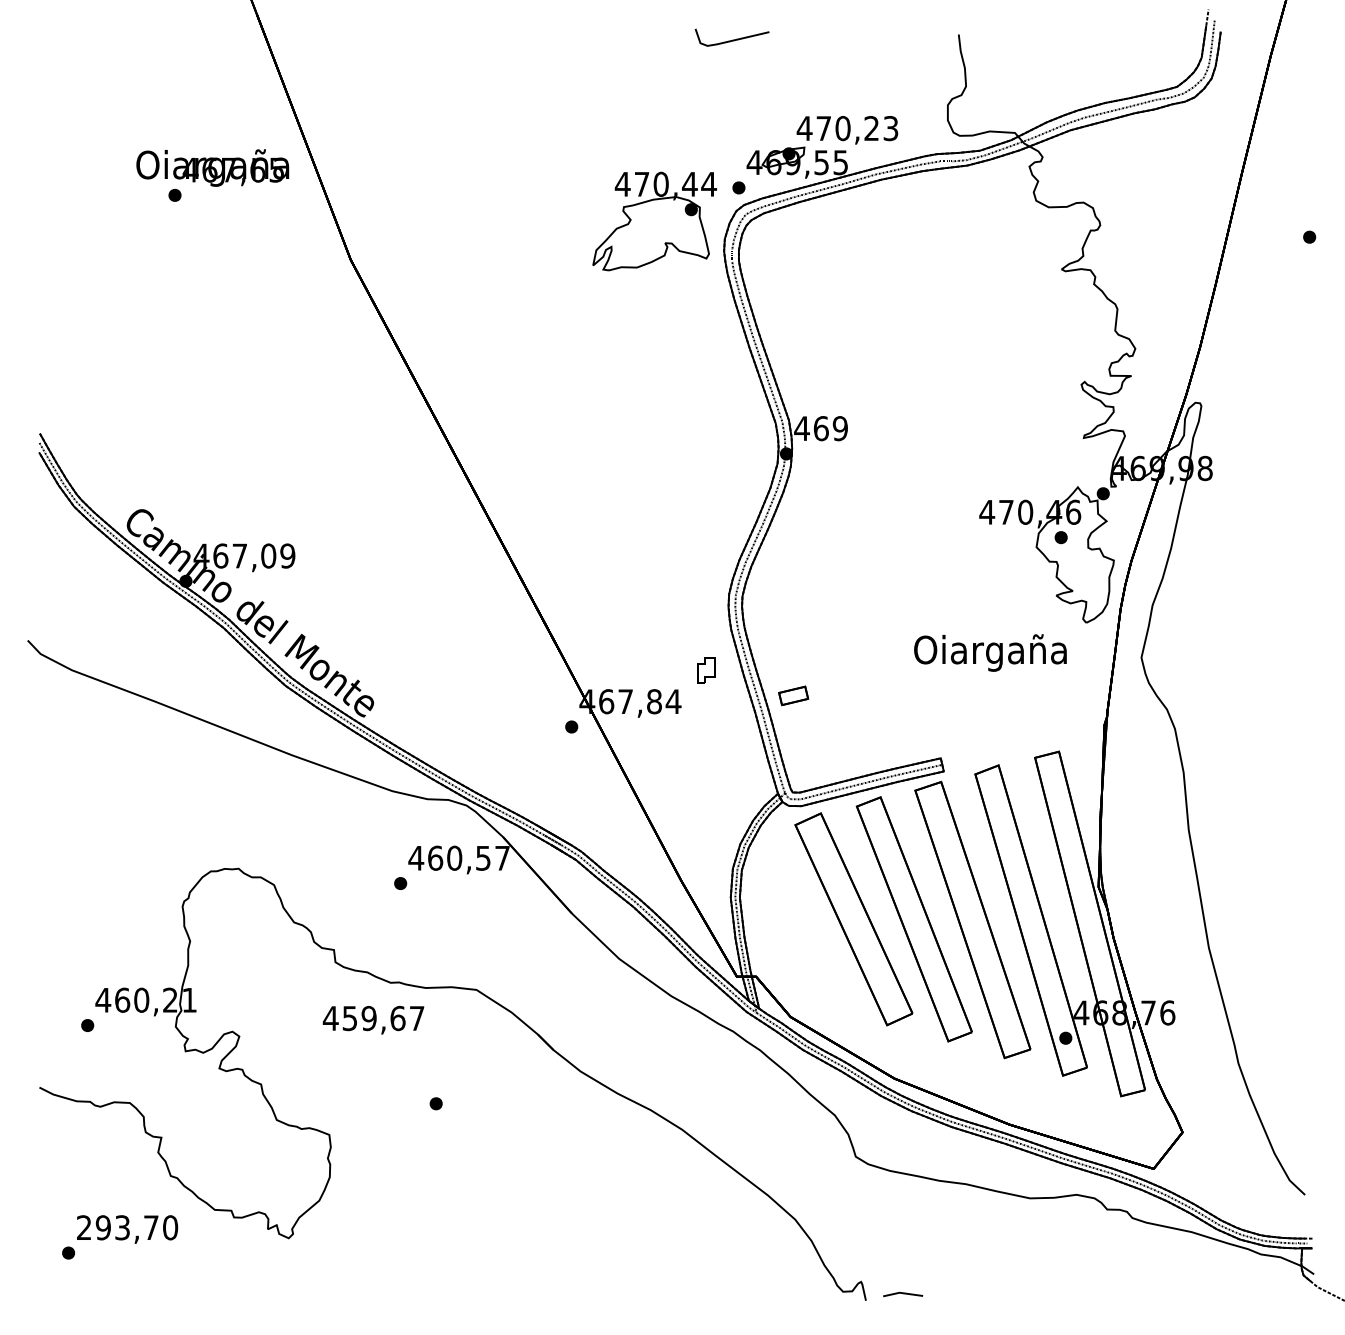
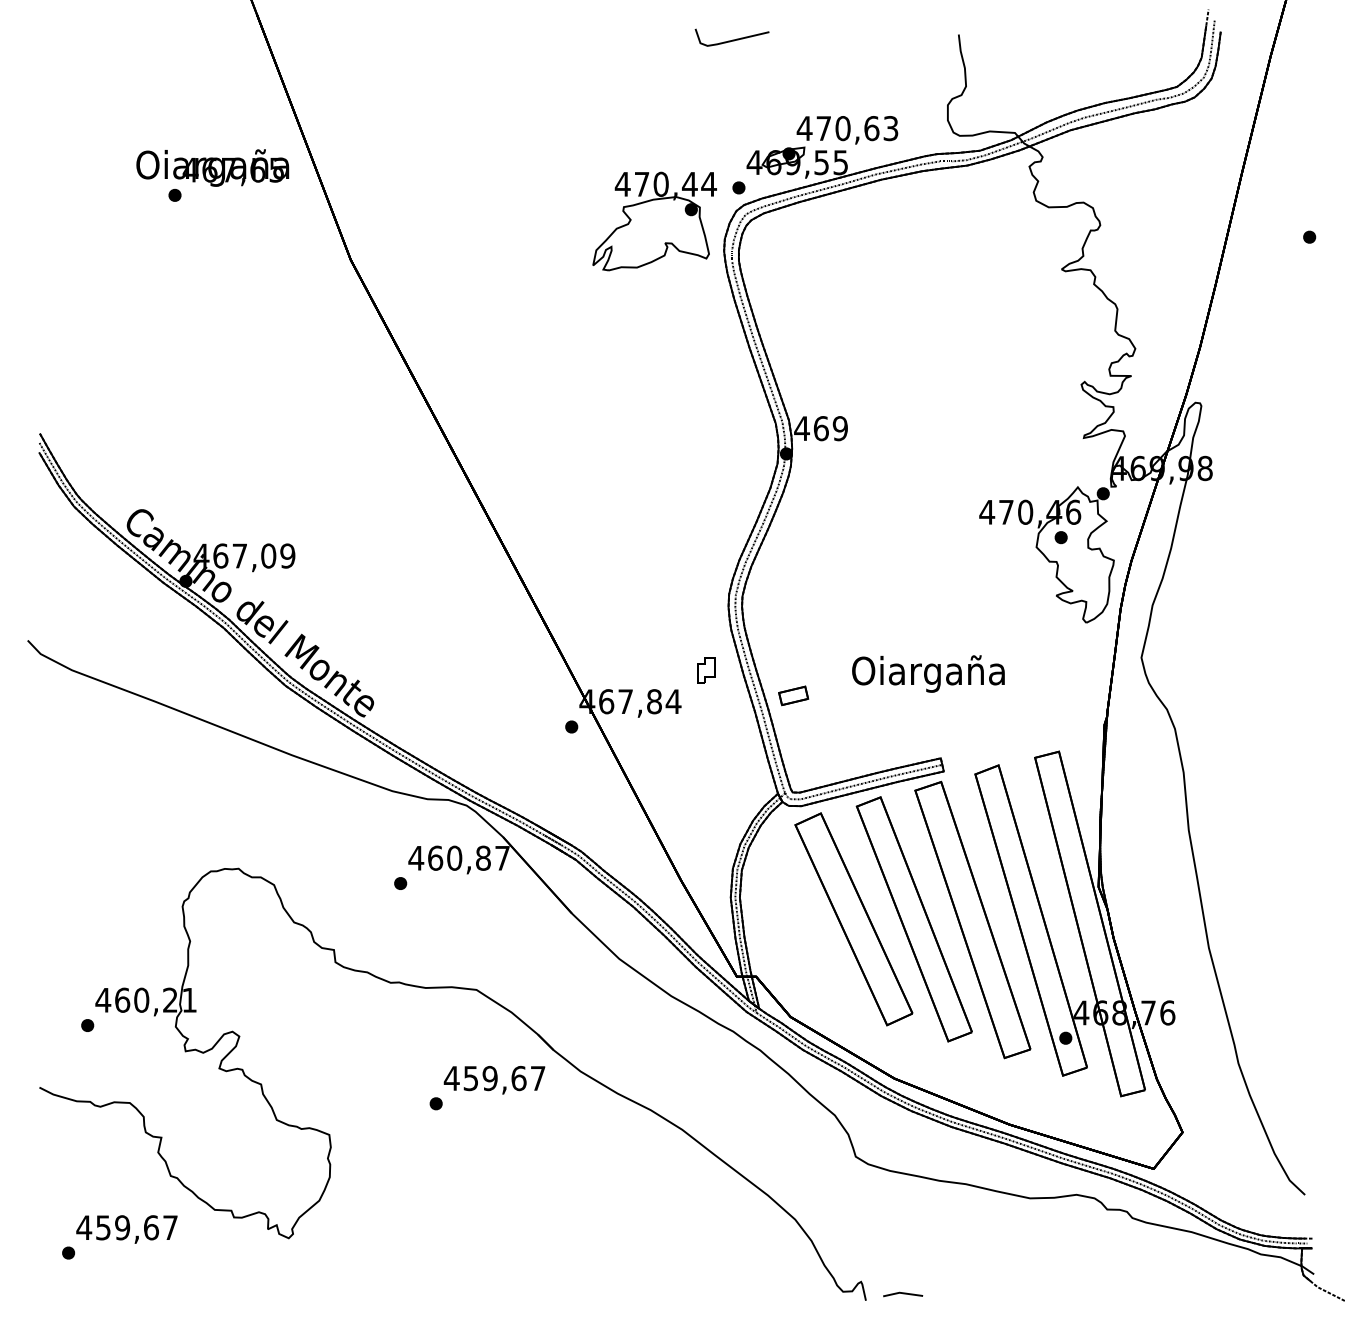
text at (871, 128): 470,23 -> 470,63
text at (990, 652) position: (990, 652) -> (928, 673)
text at (483, 857): 460,57 -> 460,87
text at (373, 1020) position: (373, 1020) -> (494, 1080)
text at (127, 1227): 293,70 -> 459,67
